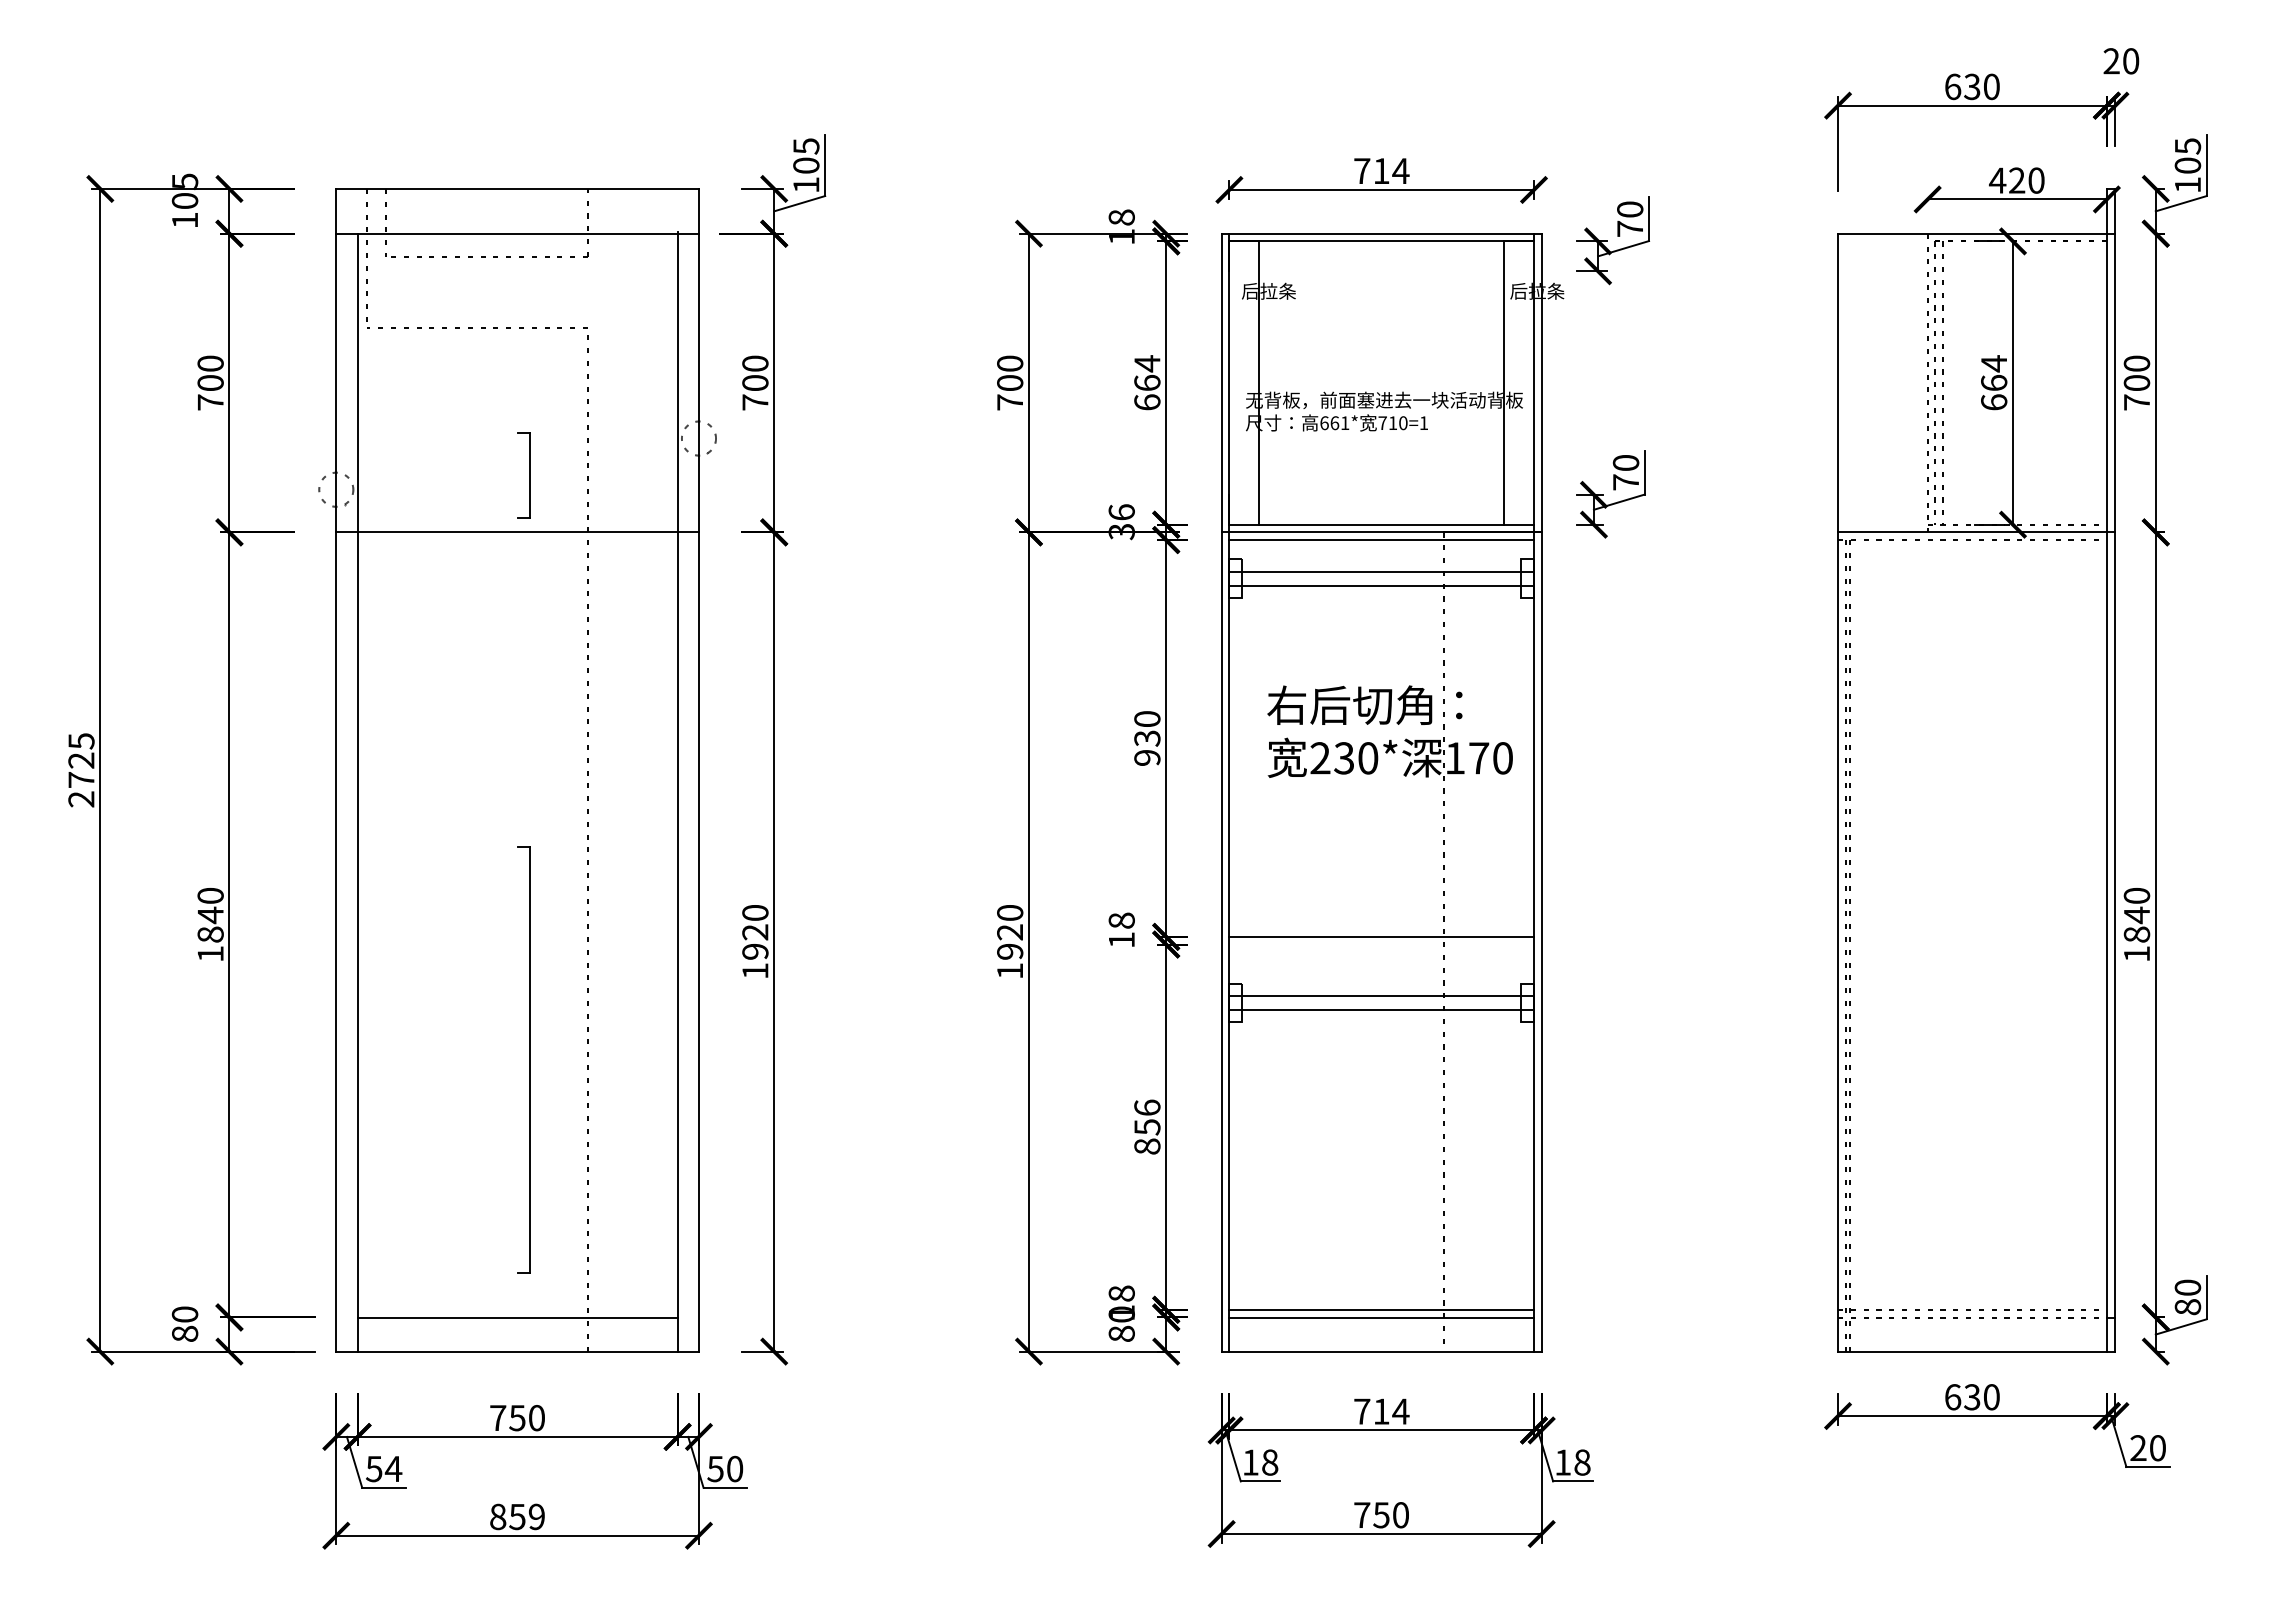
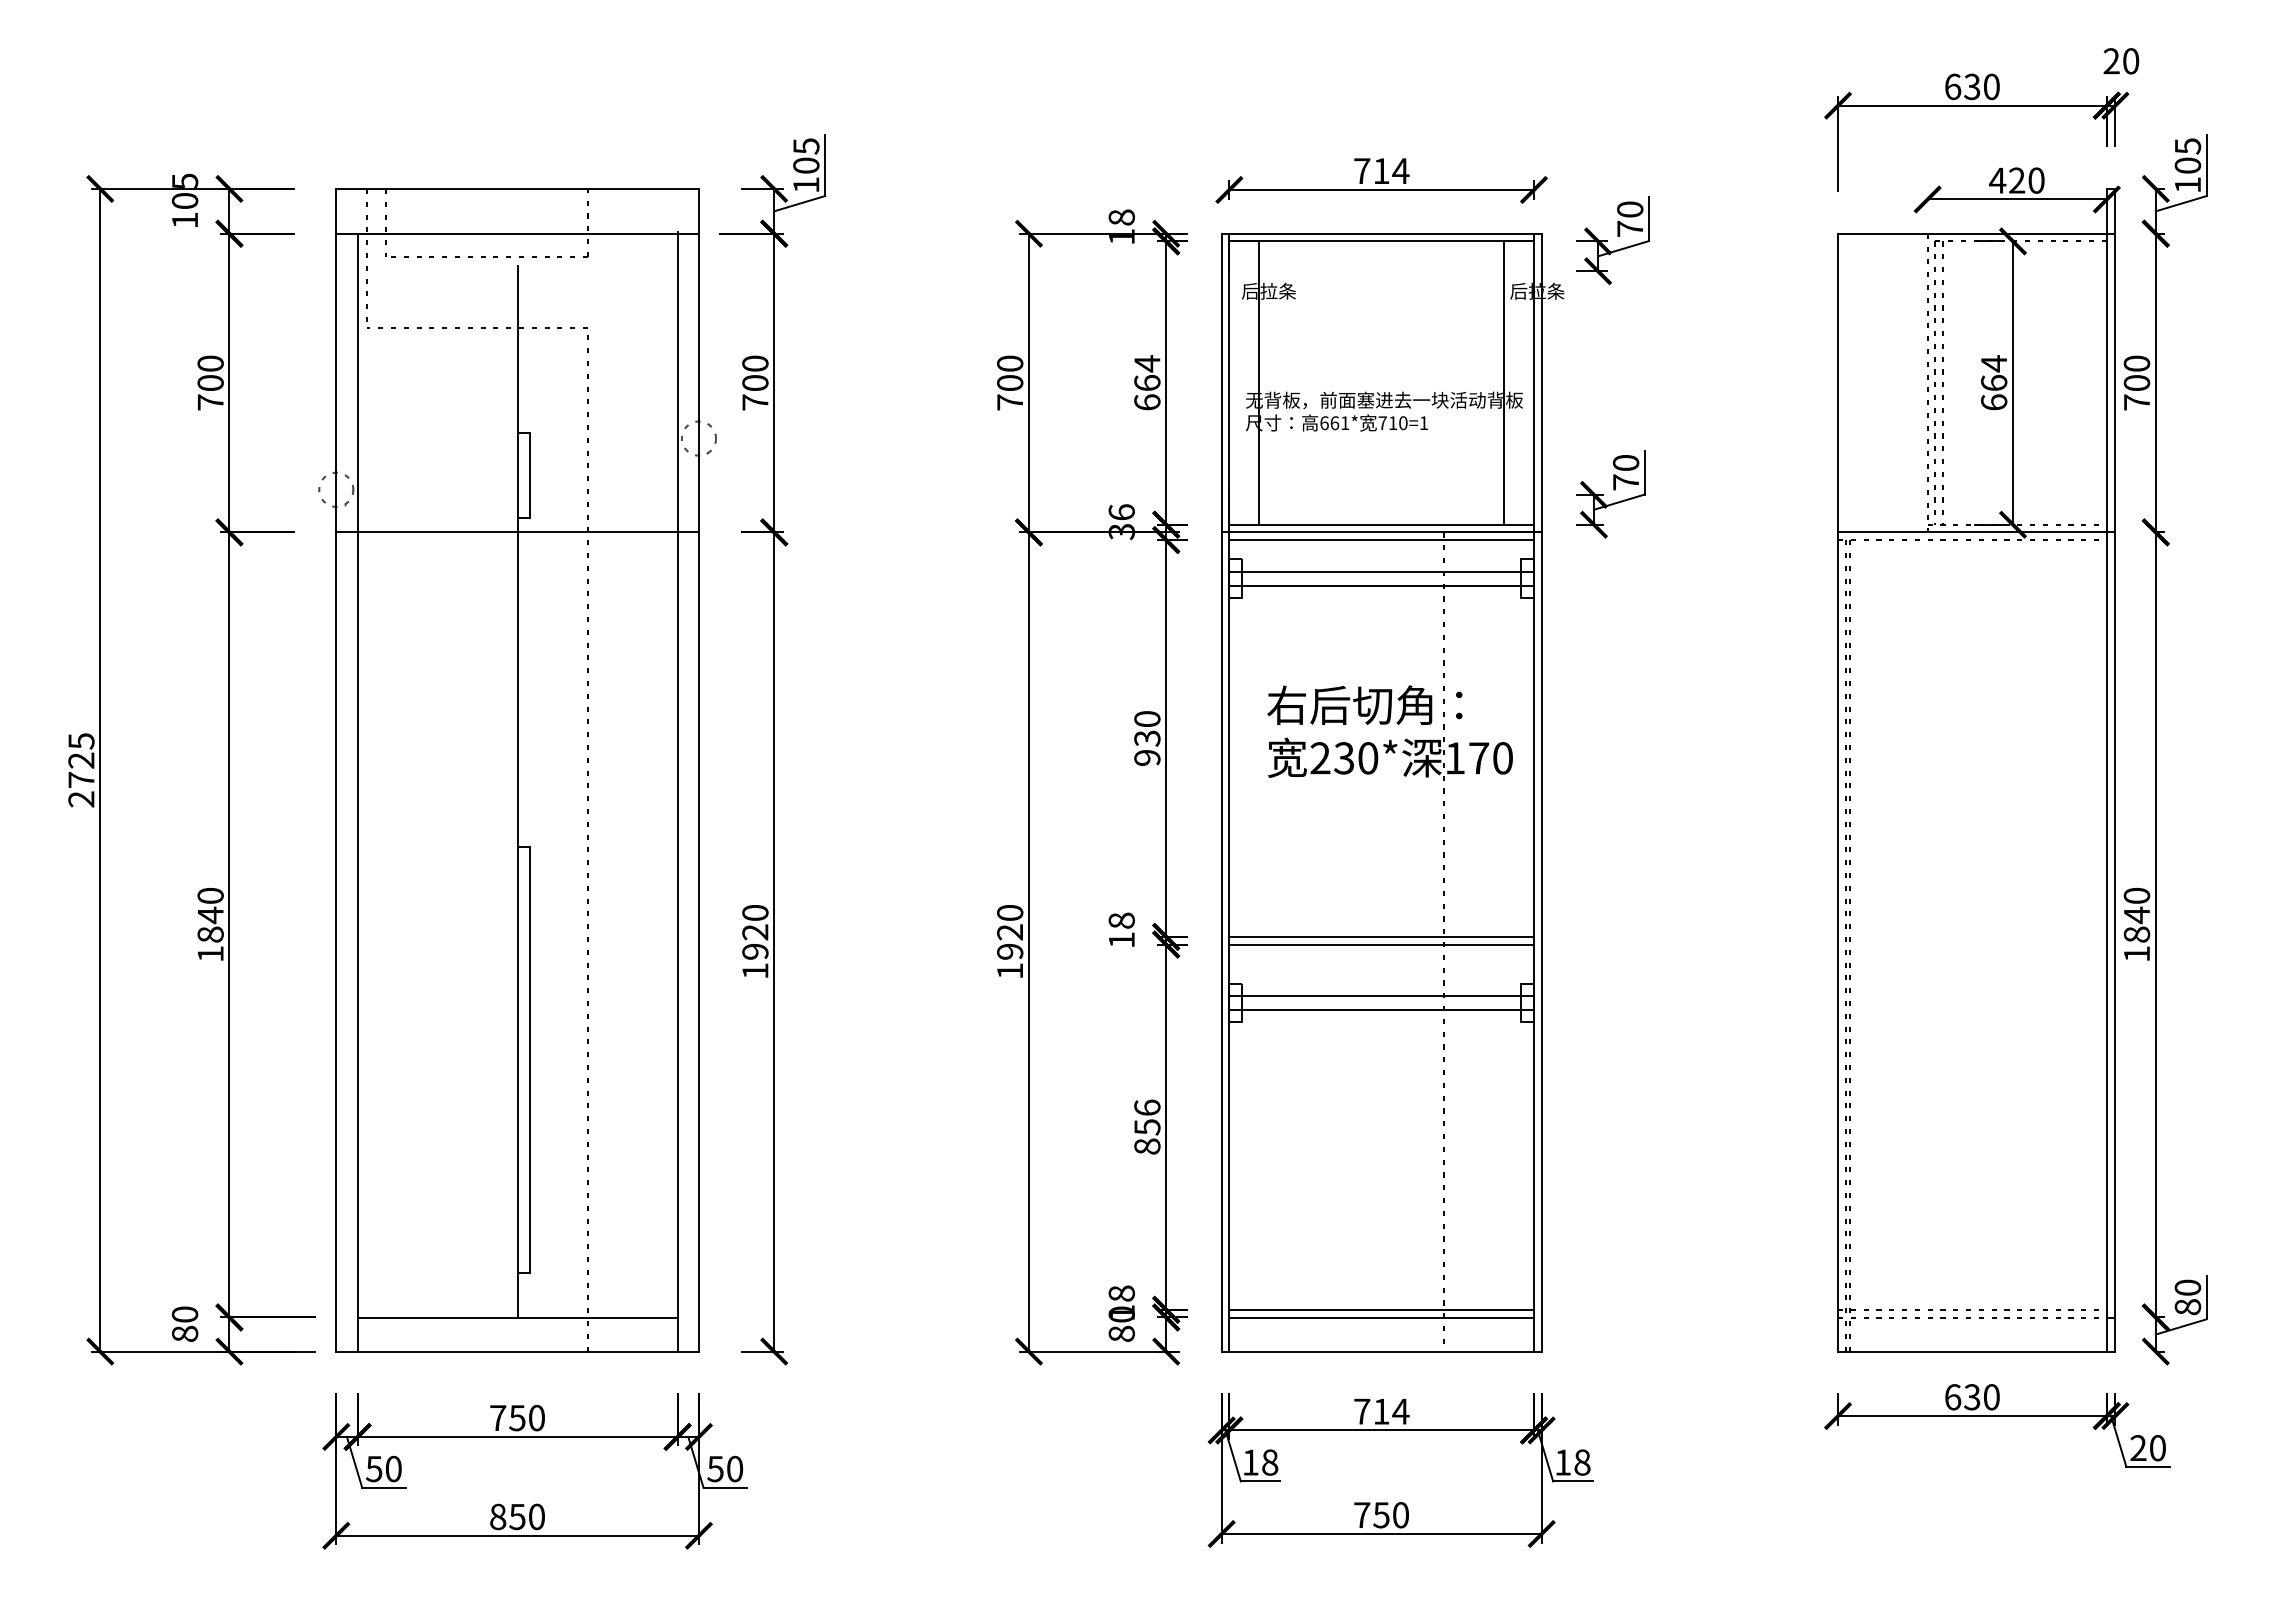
line at (517, 791): none -> present
line at (1381, 944): none -> present
text at (393, 1468): 54 -> 50
text at (536, 1516): 859 -> 850
